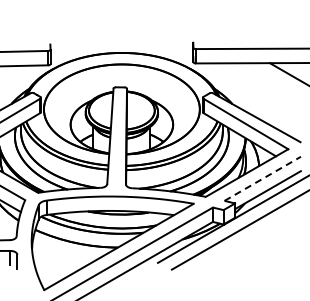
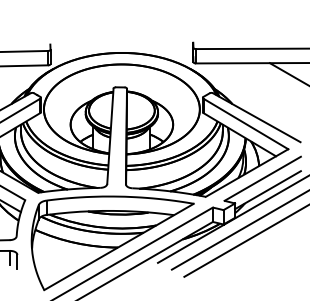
line at (263, 178): dashed -> solid
line at (245, 241): none -> present
